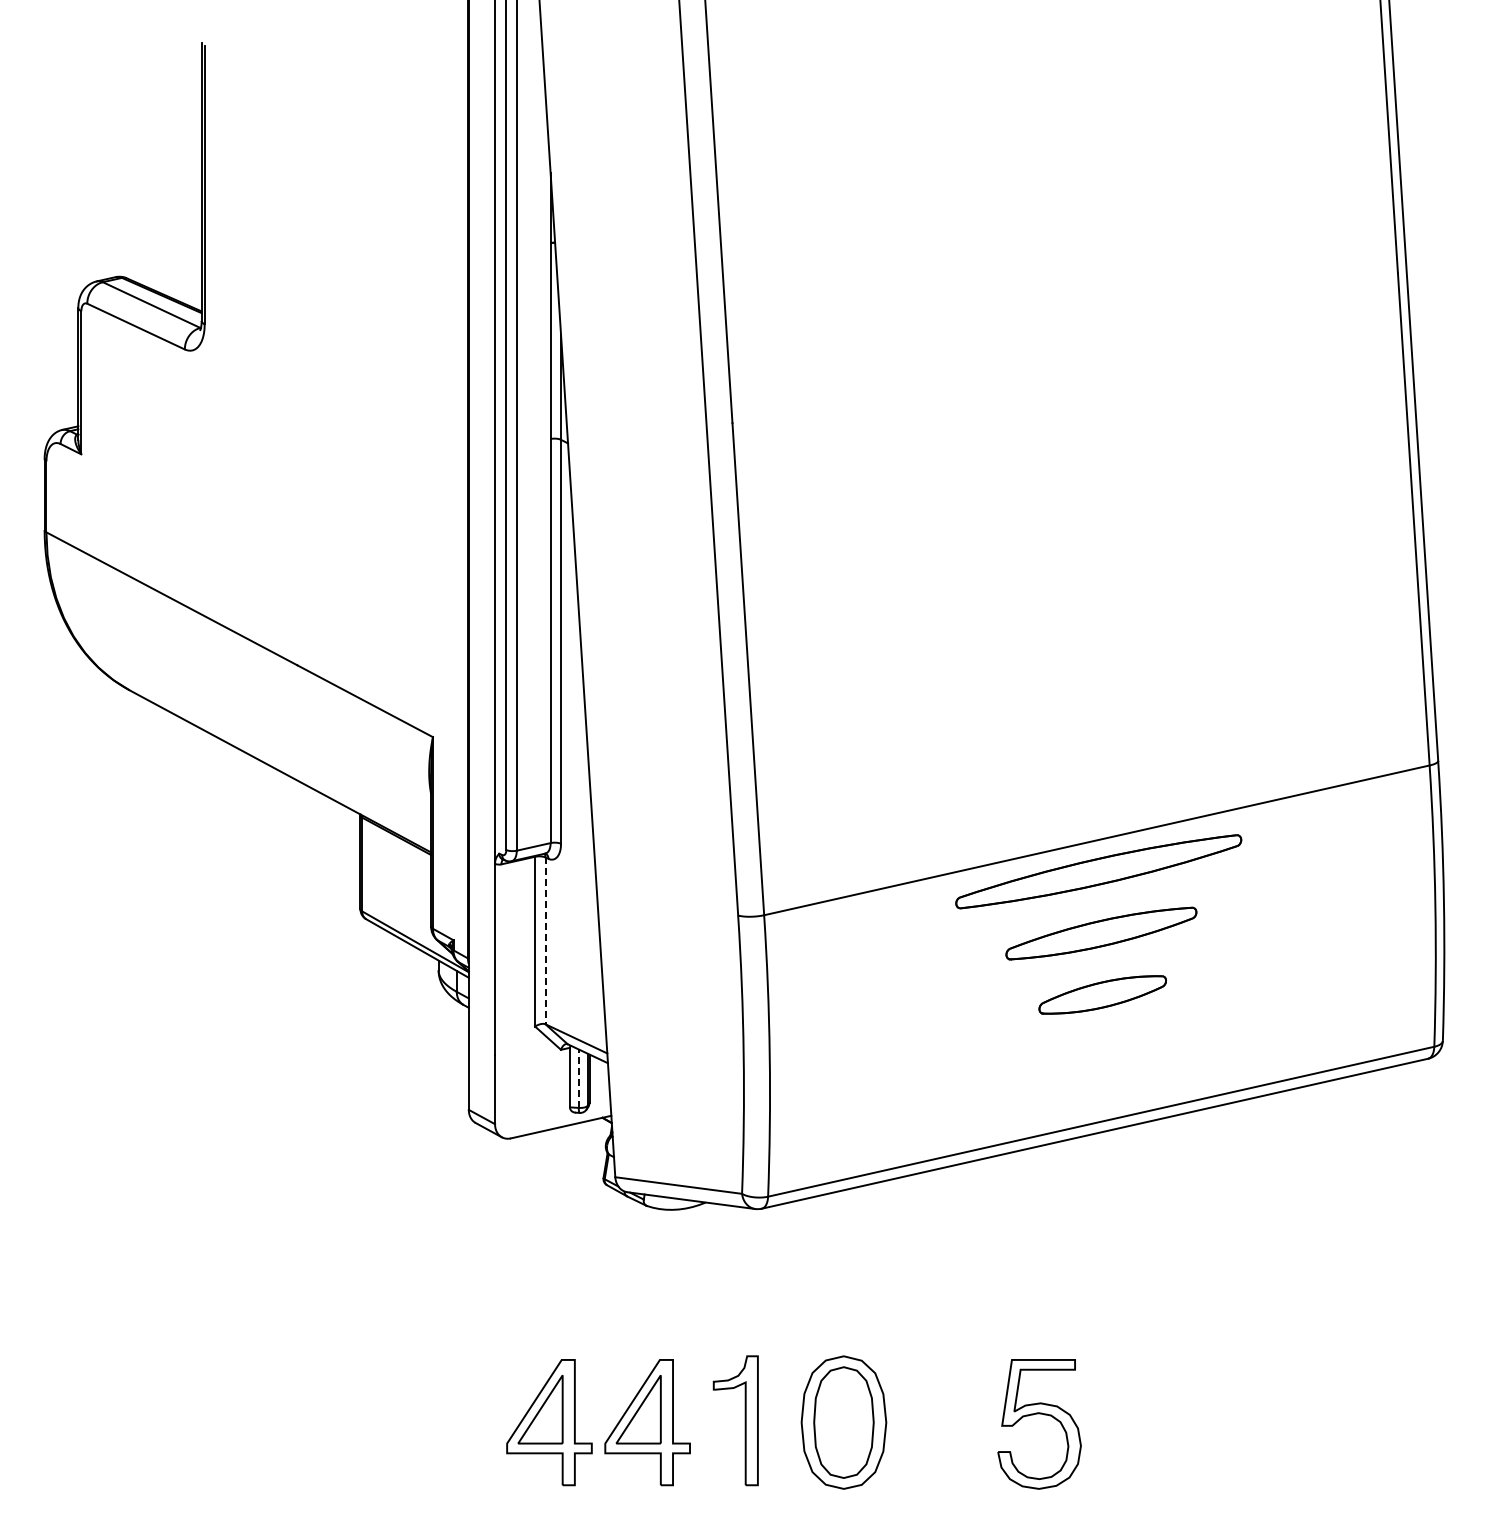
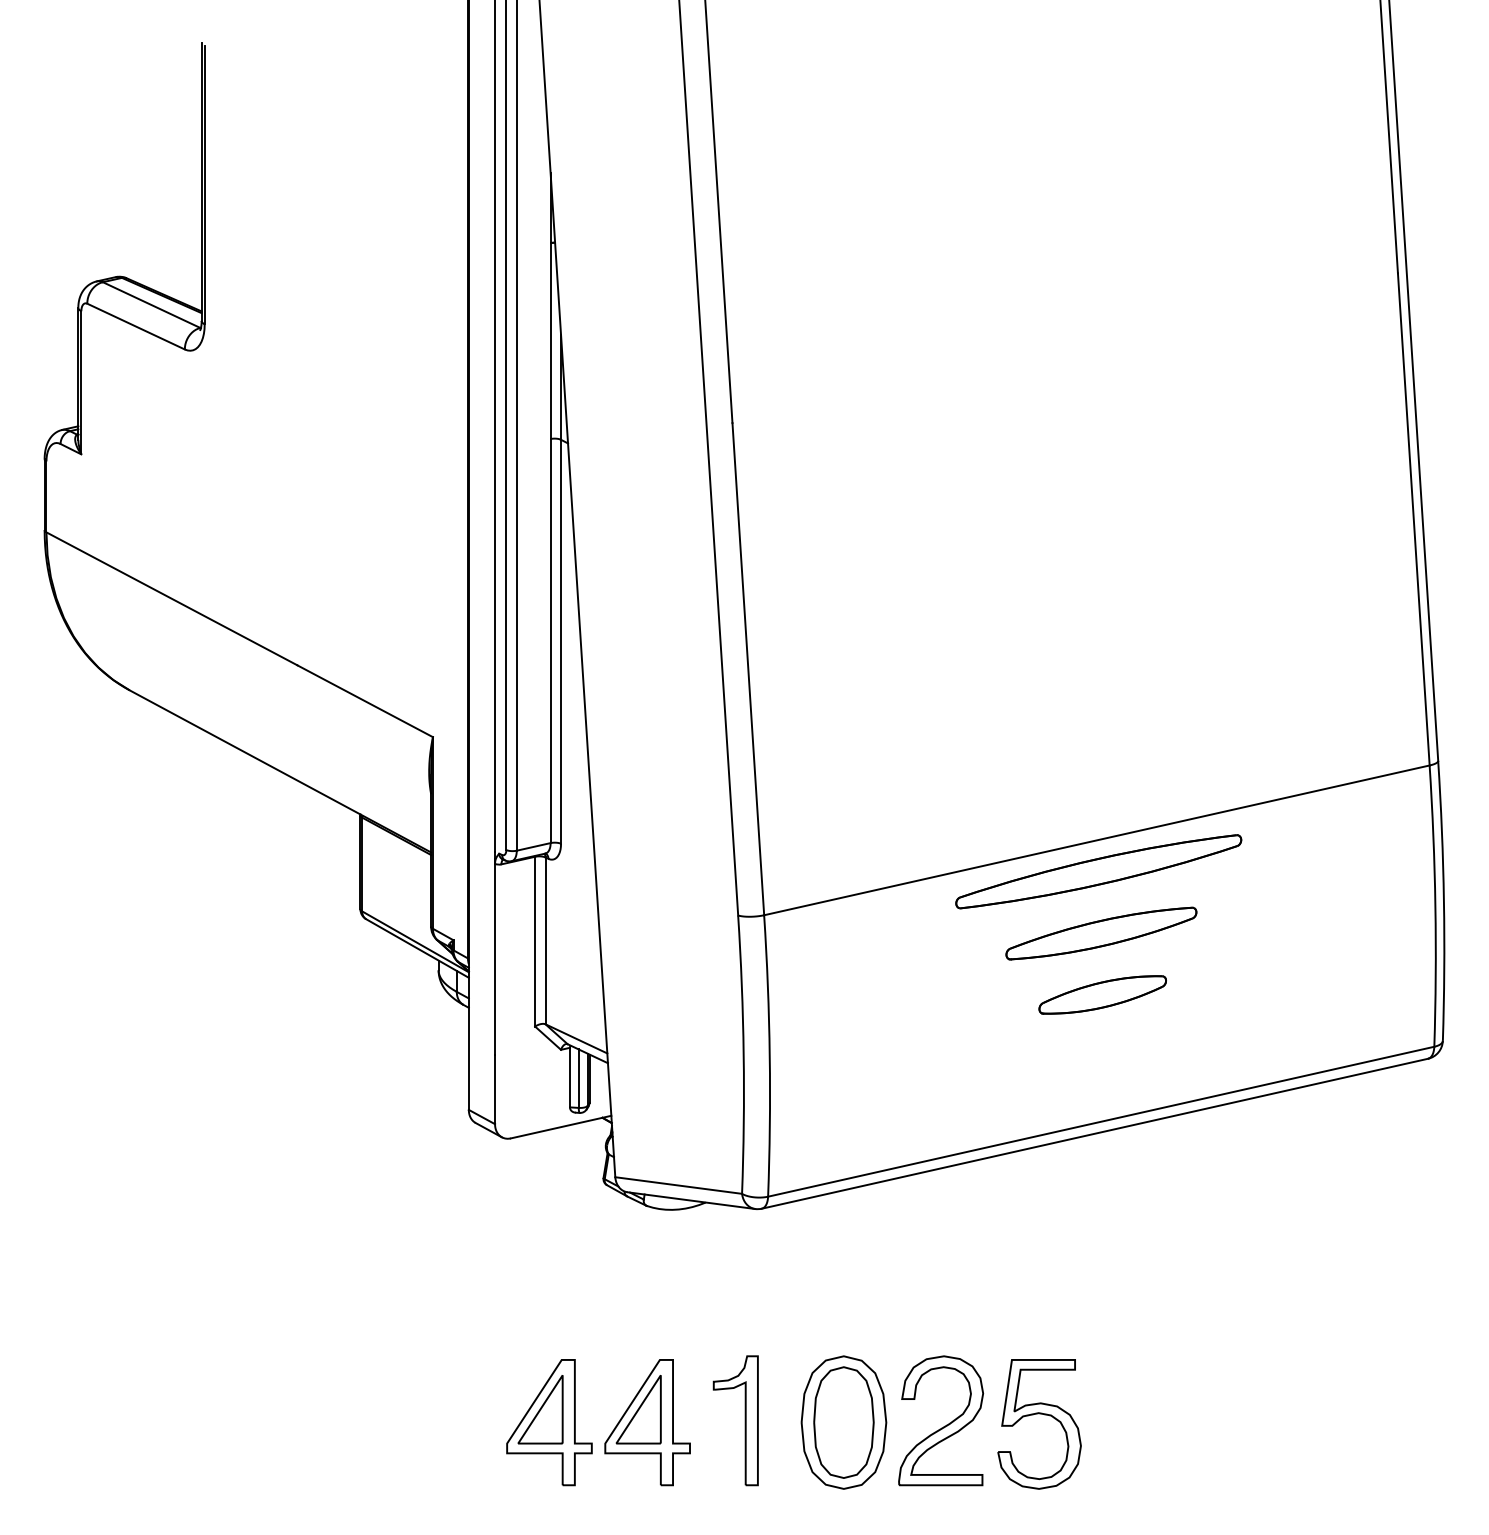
line at (545, 941): dashed -> solid
line at (578, 1078): dashed -> solid
part at (943, 1426): none -> present
